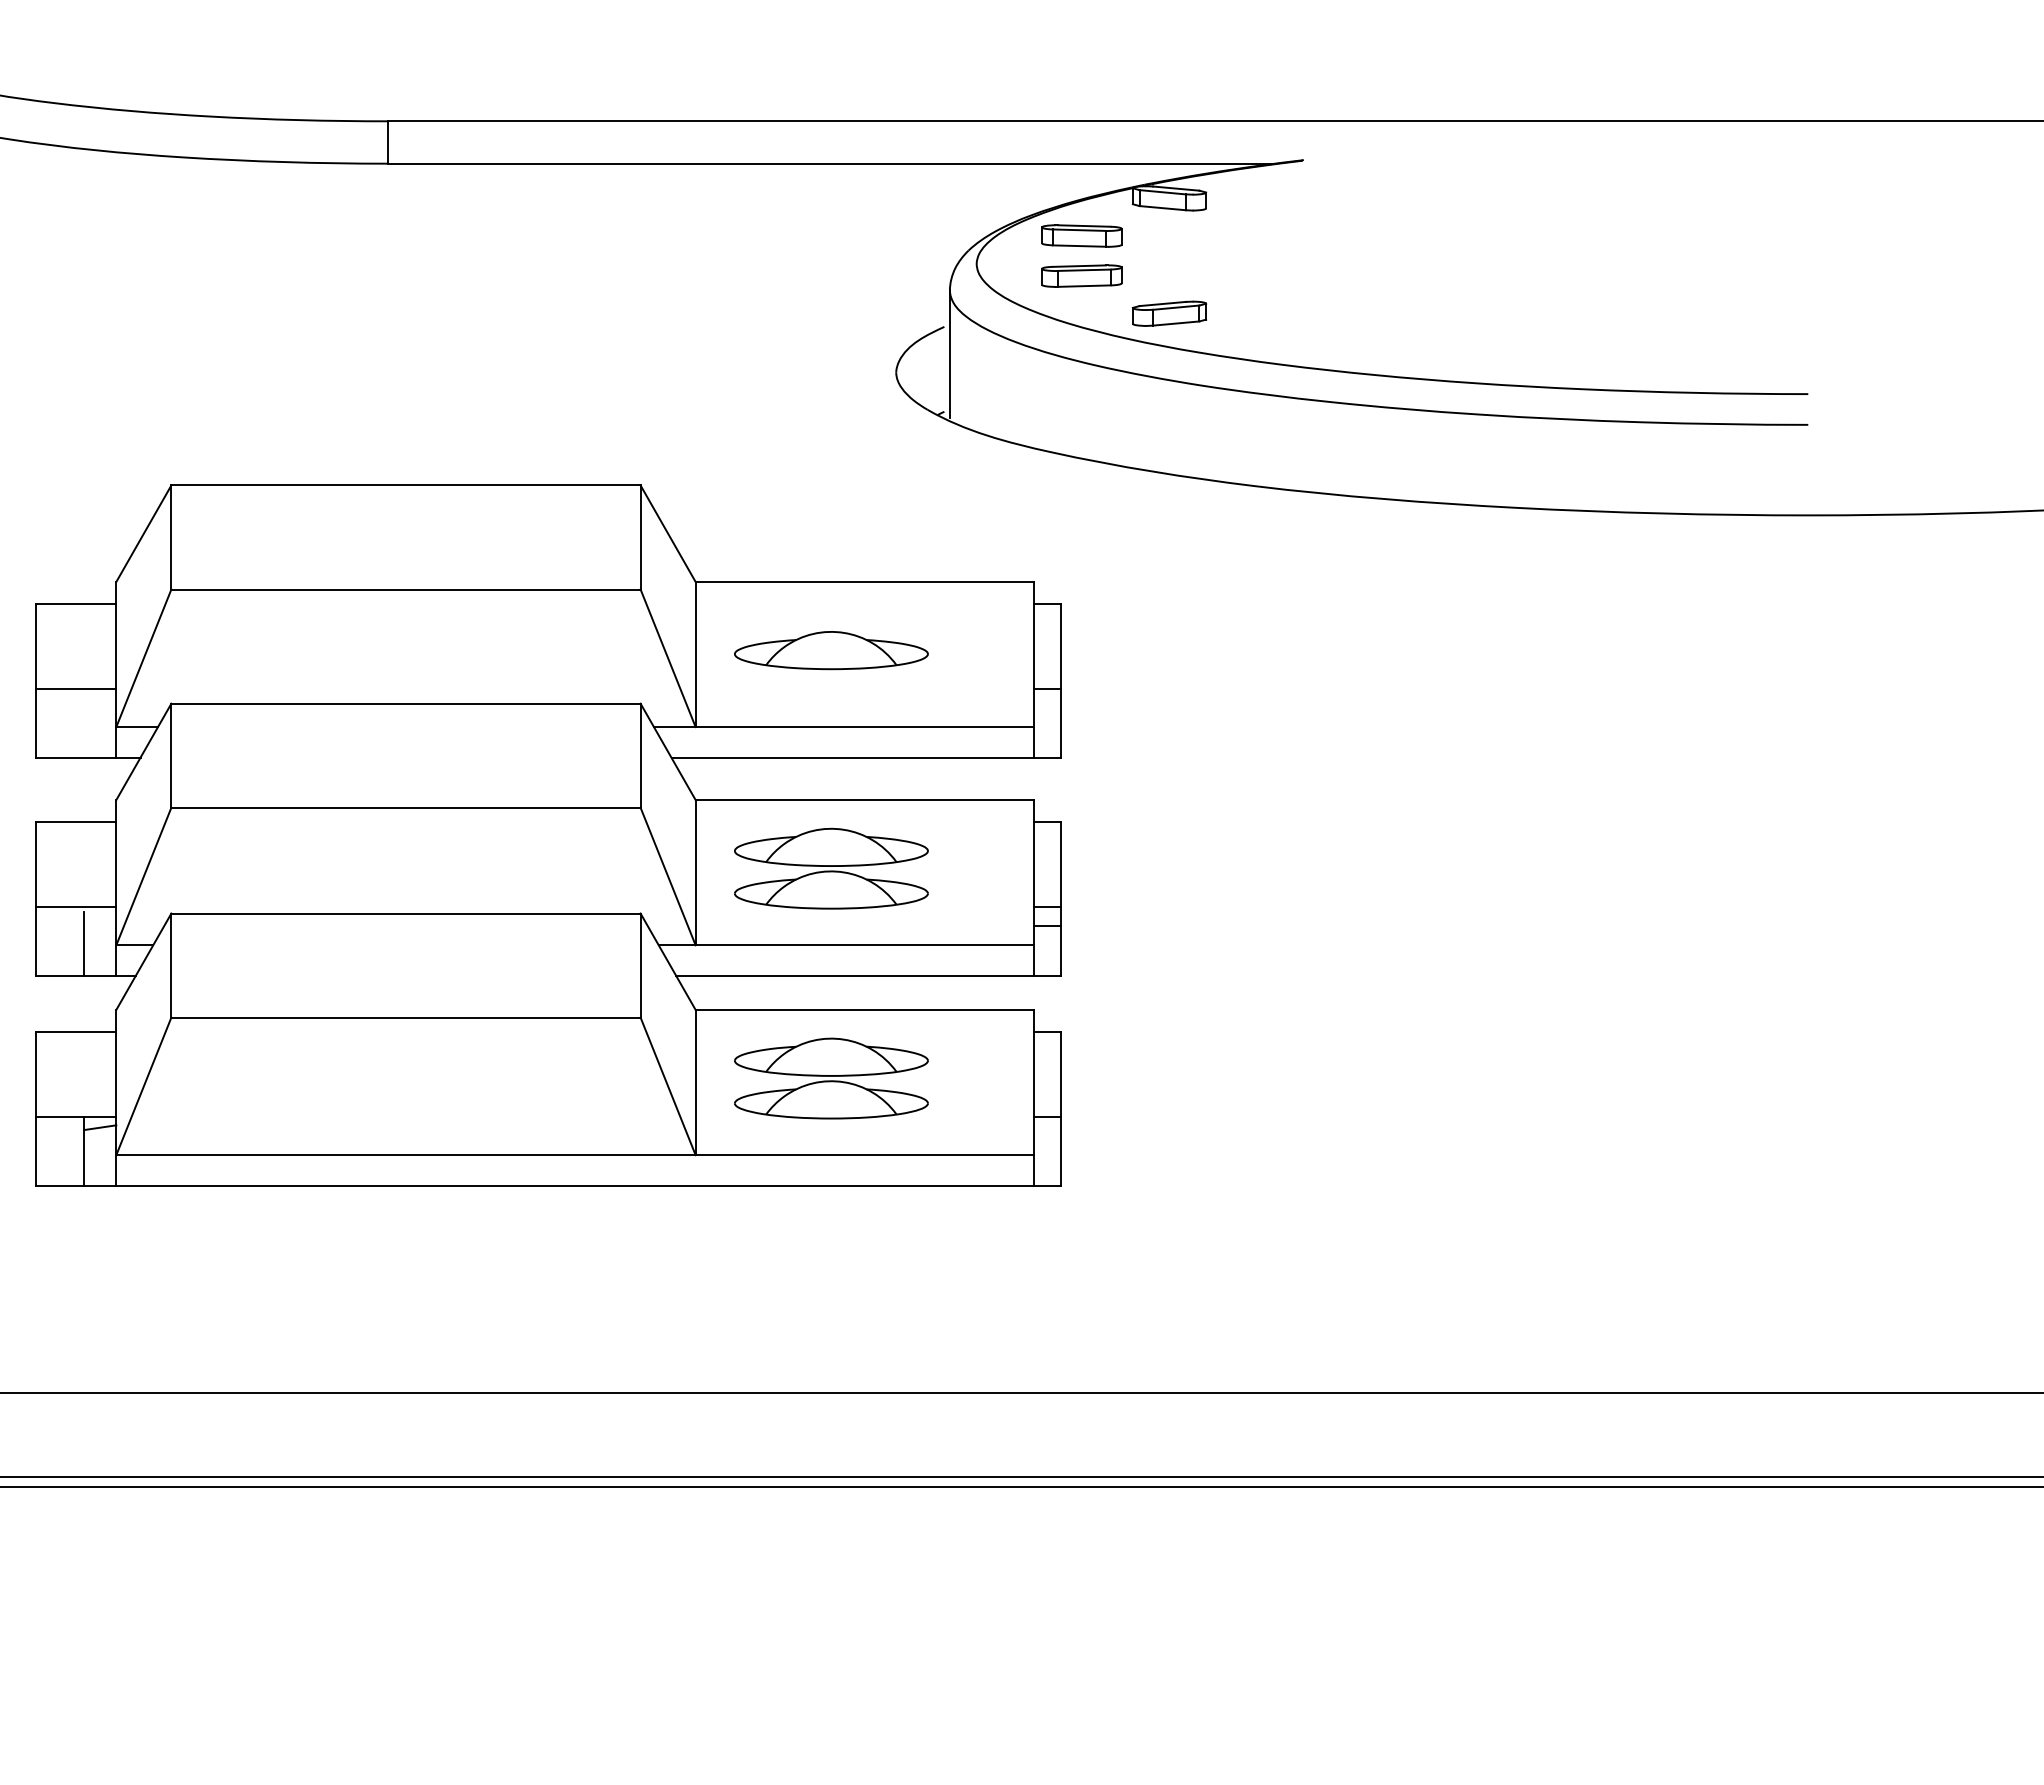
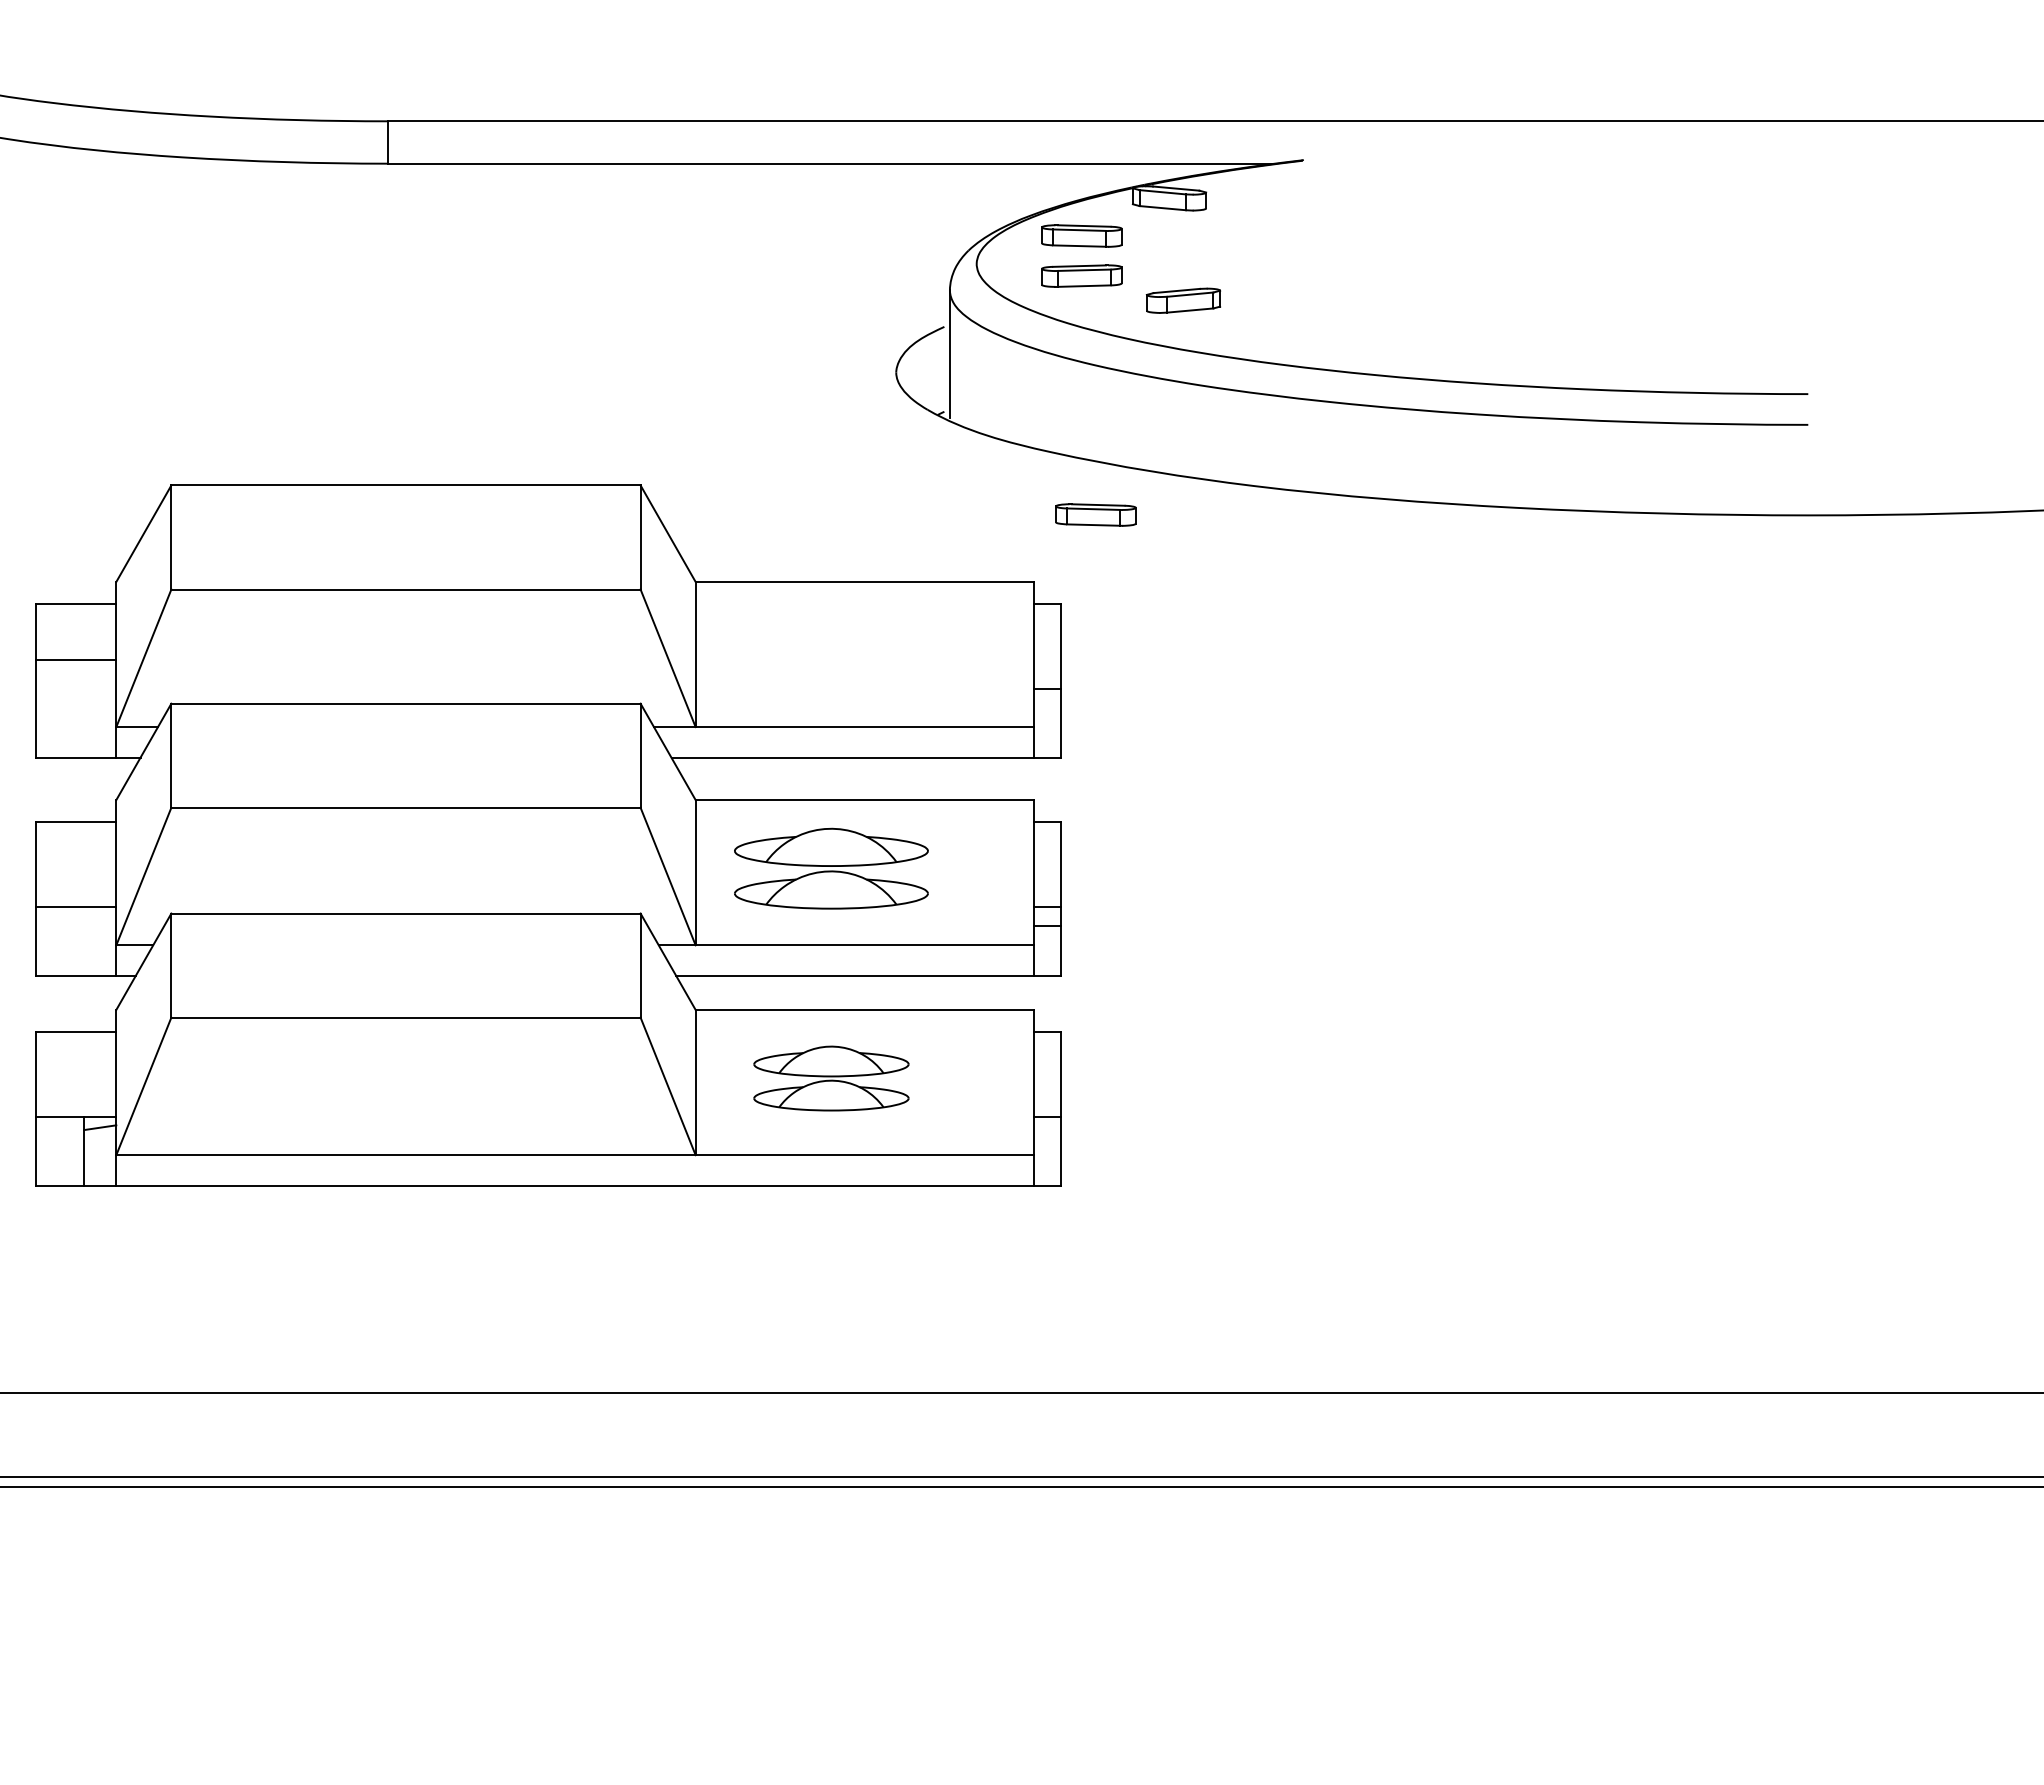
part at (1169, 313) position: (1169, 313) -> (1183, 300)
part at (1095, 514): none -> present
part at (831, 650): present -> none
line at (75, 688) position: (75, 688) -> (75, 659)
line at (84, 943): present -> none
part at (831, 1078) size: 195x83 px -> 157x67 px
